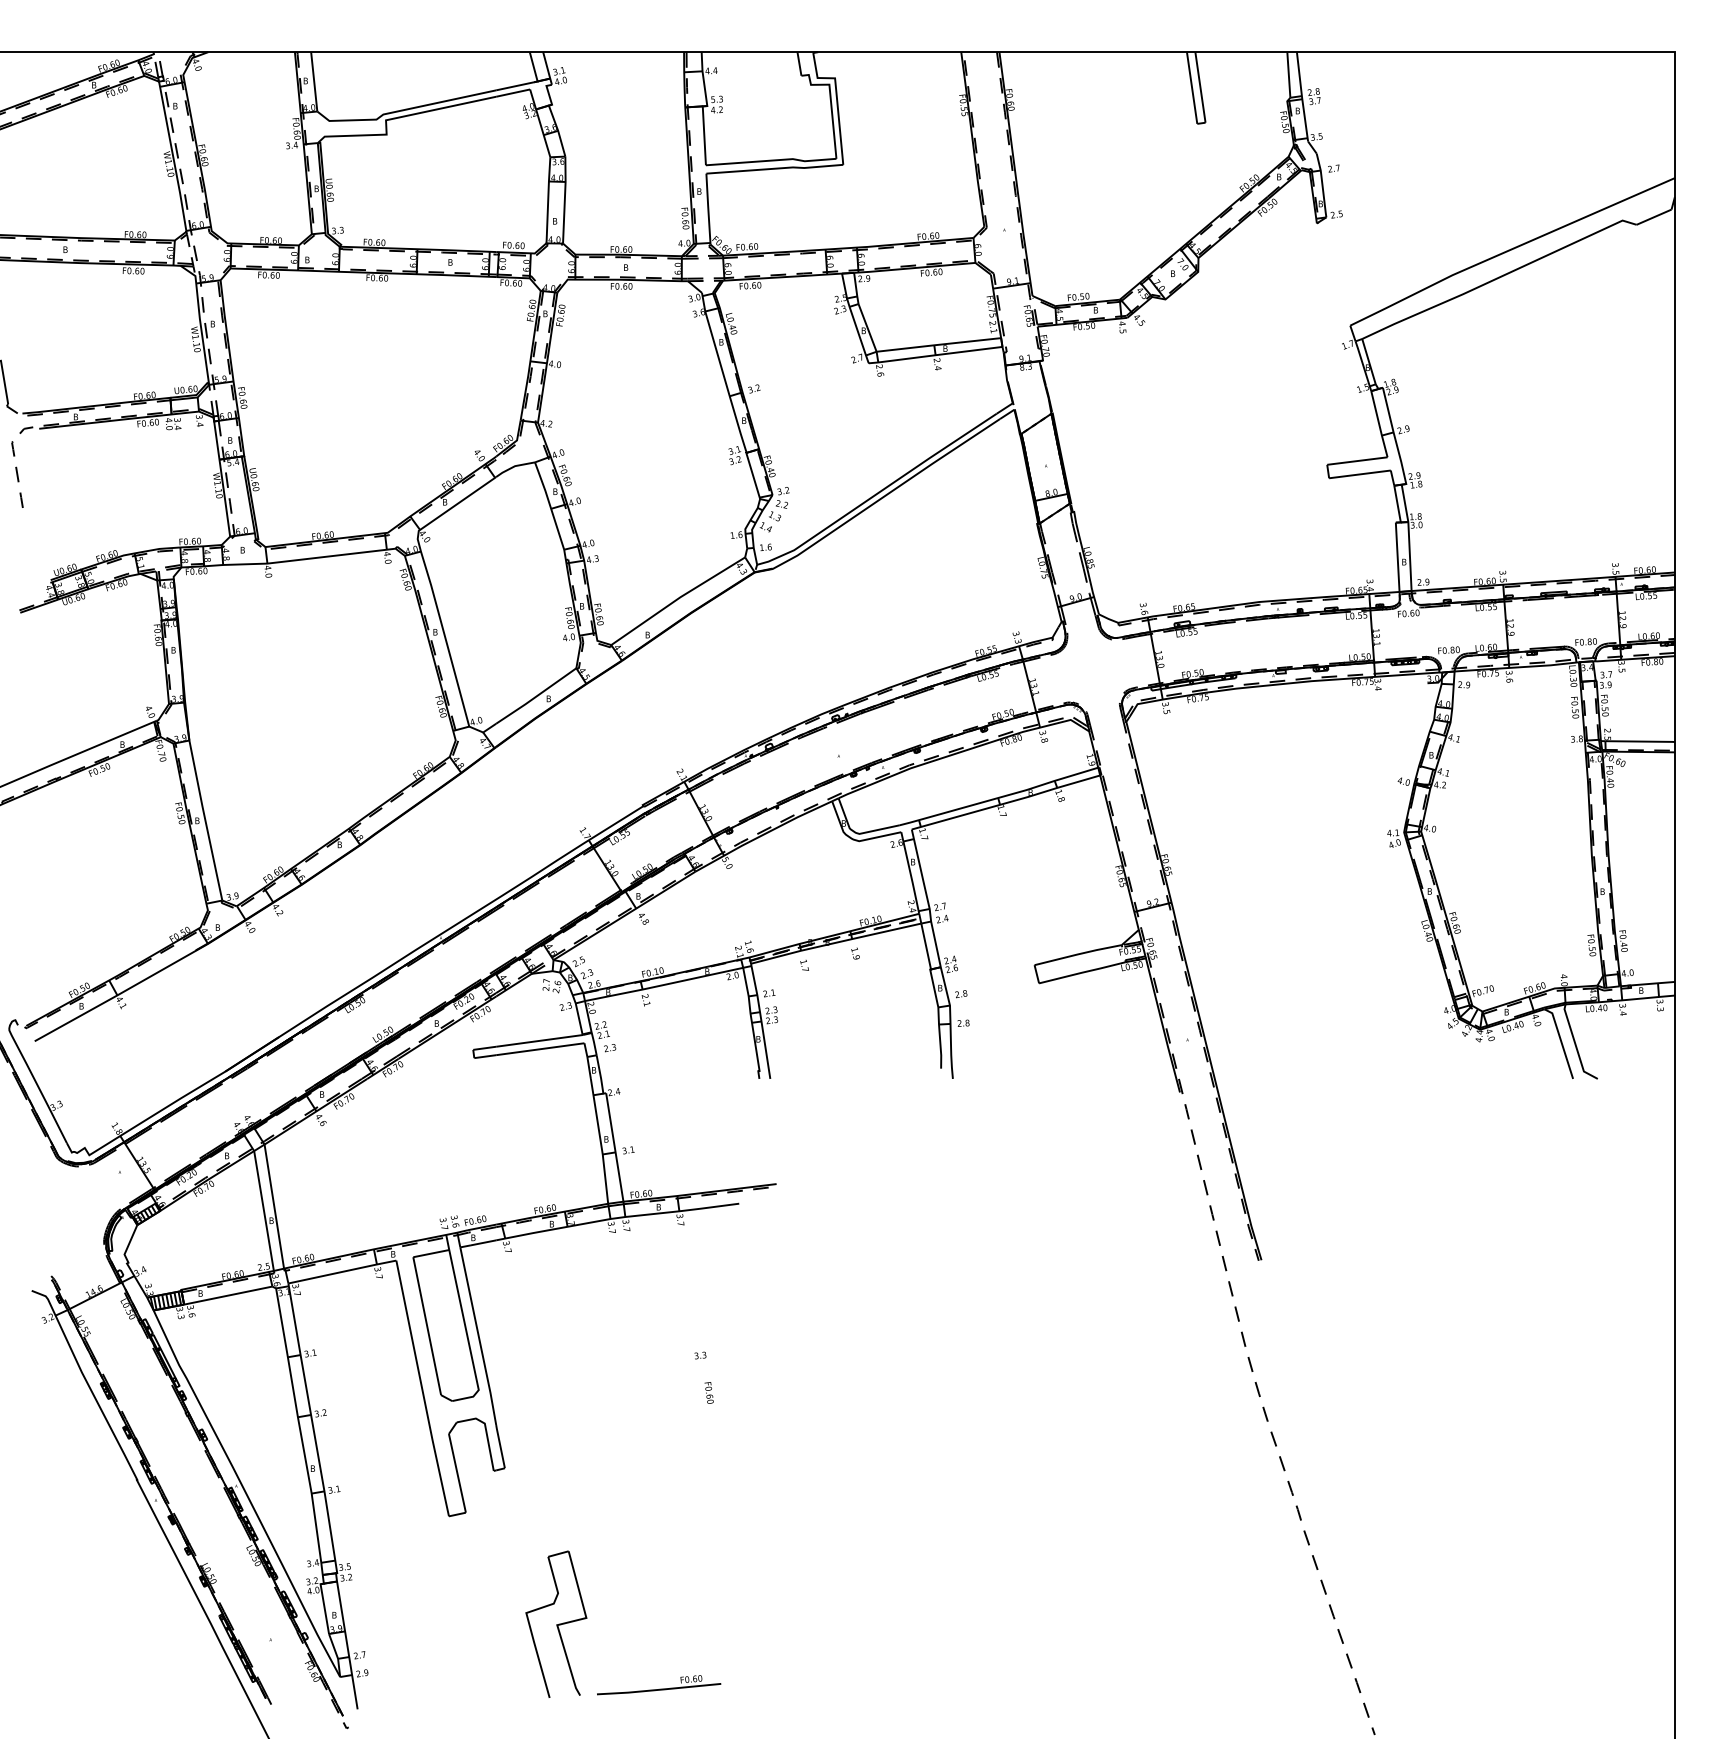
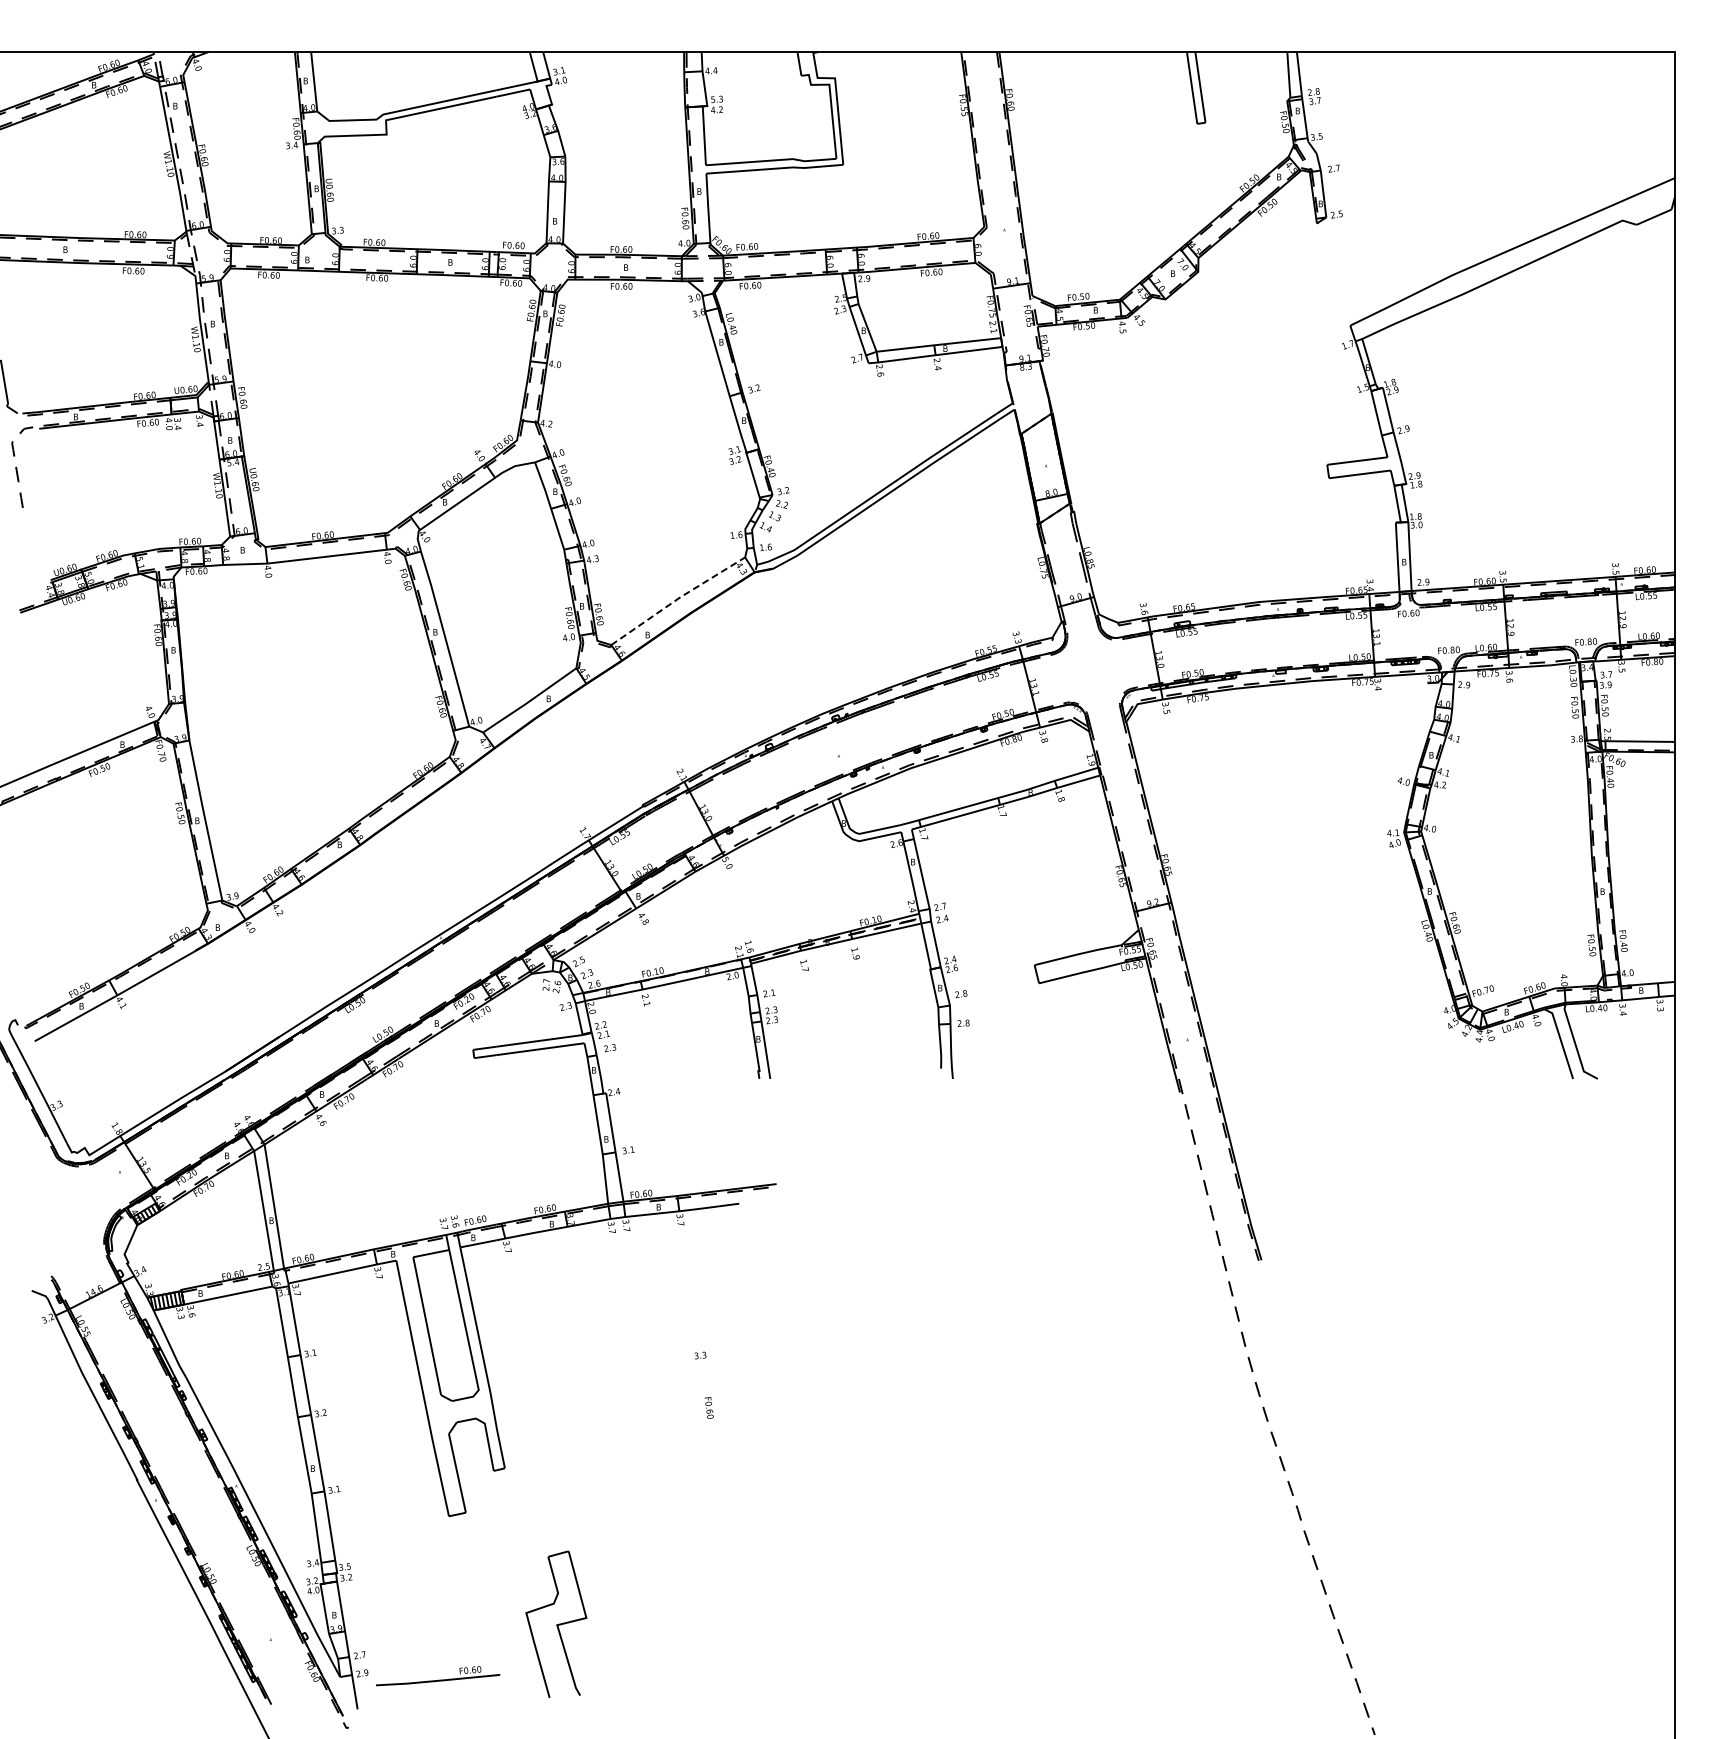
line at (677, 599): solid -> dashed
text at (708, 1392) position: (708, 1392) -> (708, 1407)
part at (659, 1685) position: (659, 1685) -> (438, 1676)
